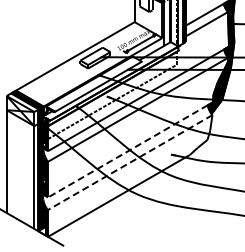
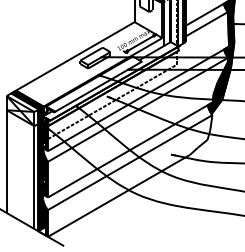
line at (127, 151): dashed -> solid
line at (130, 162): dashed -> solid
